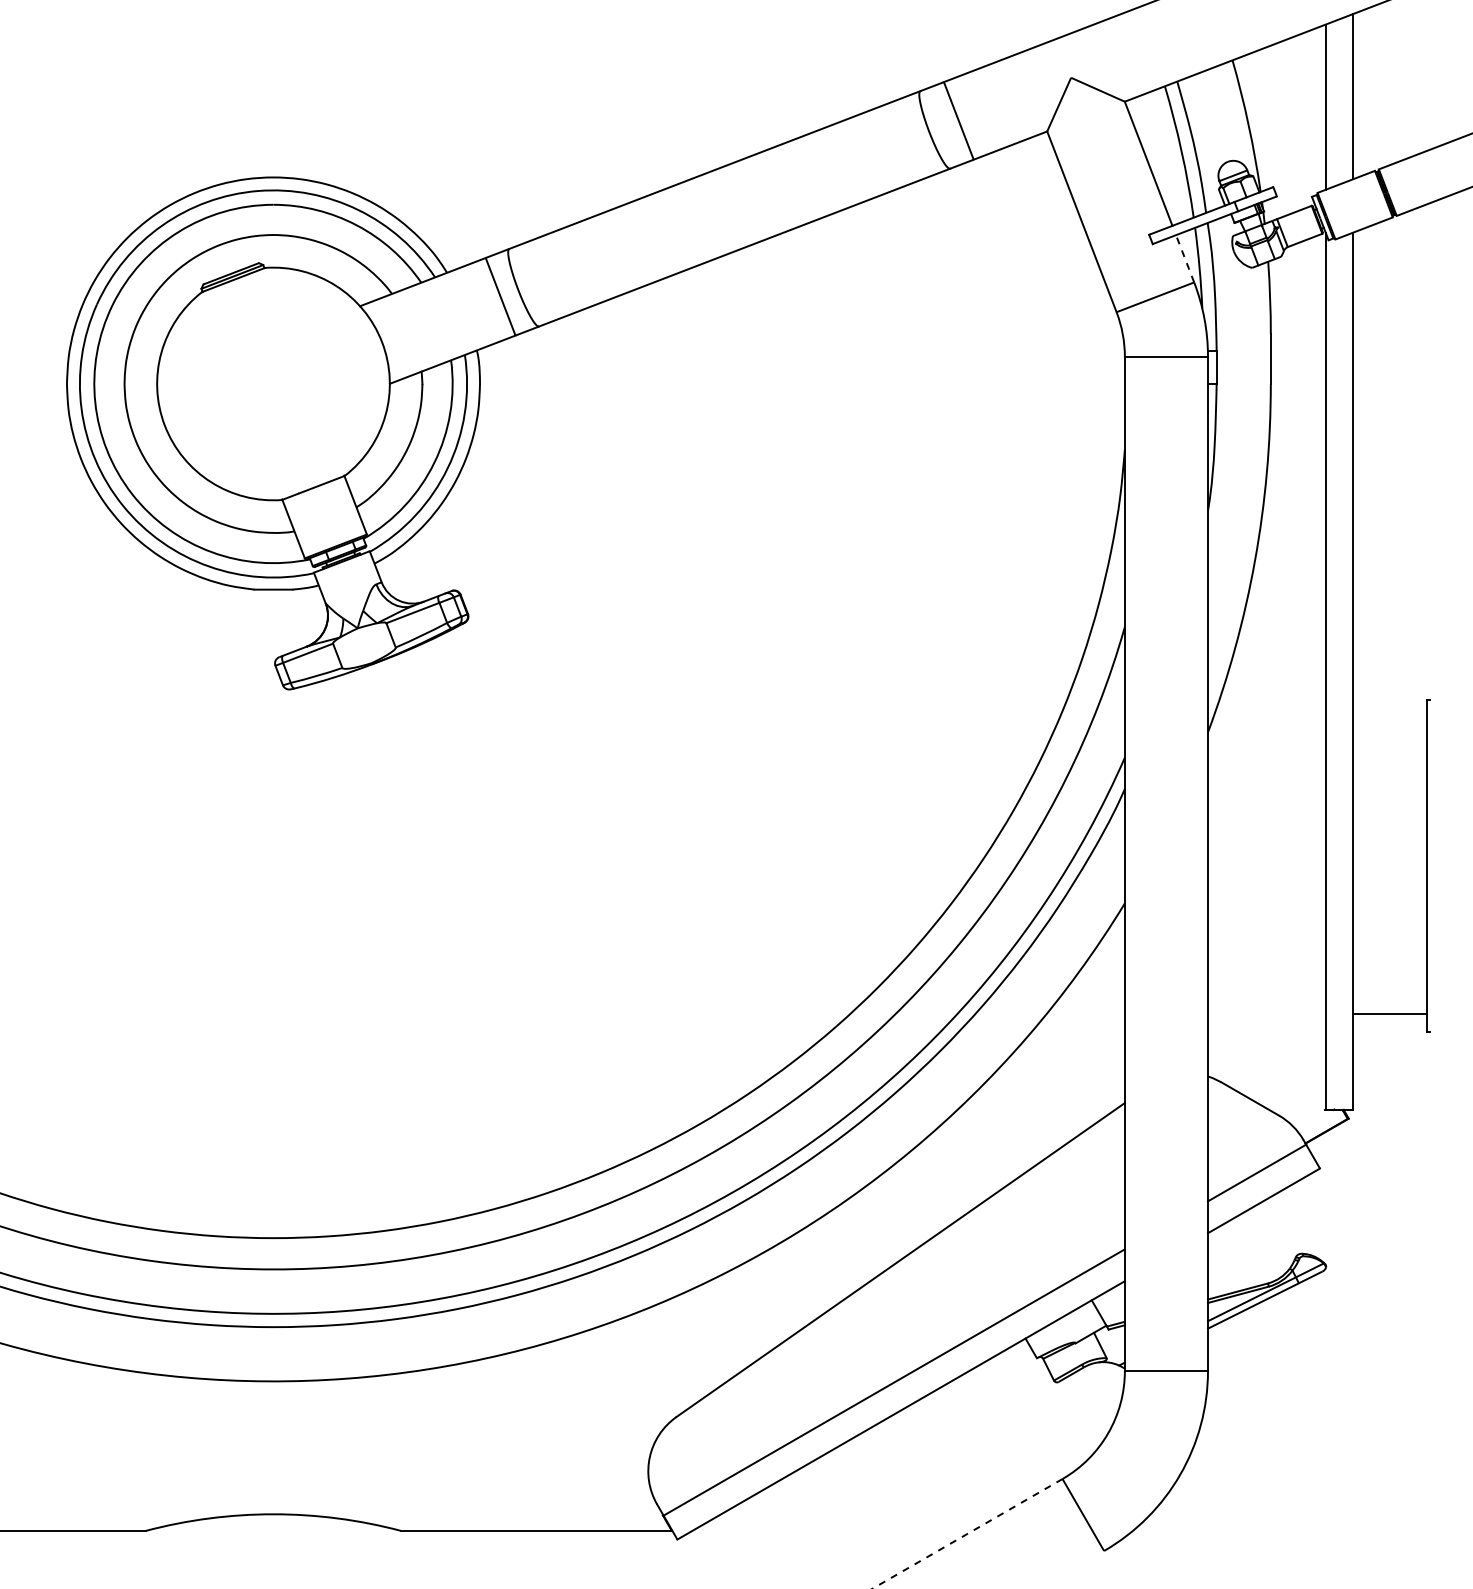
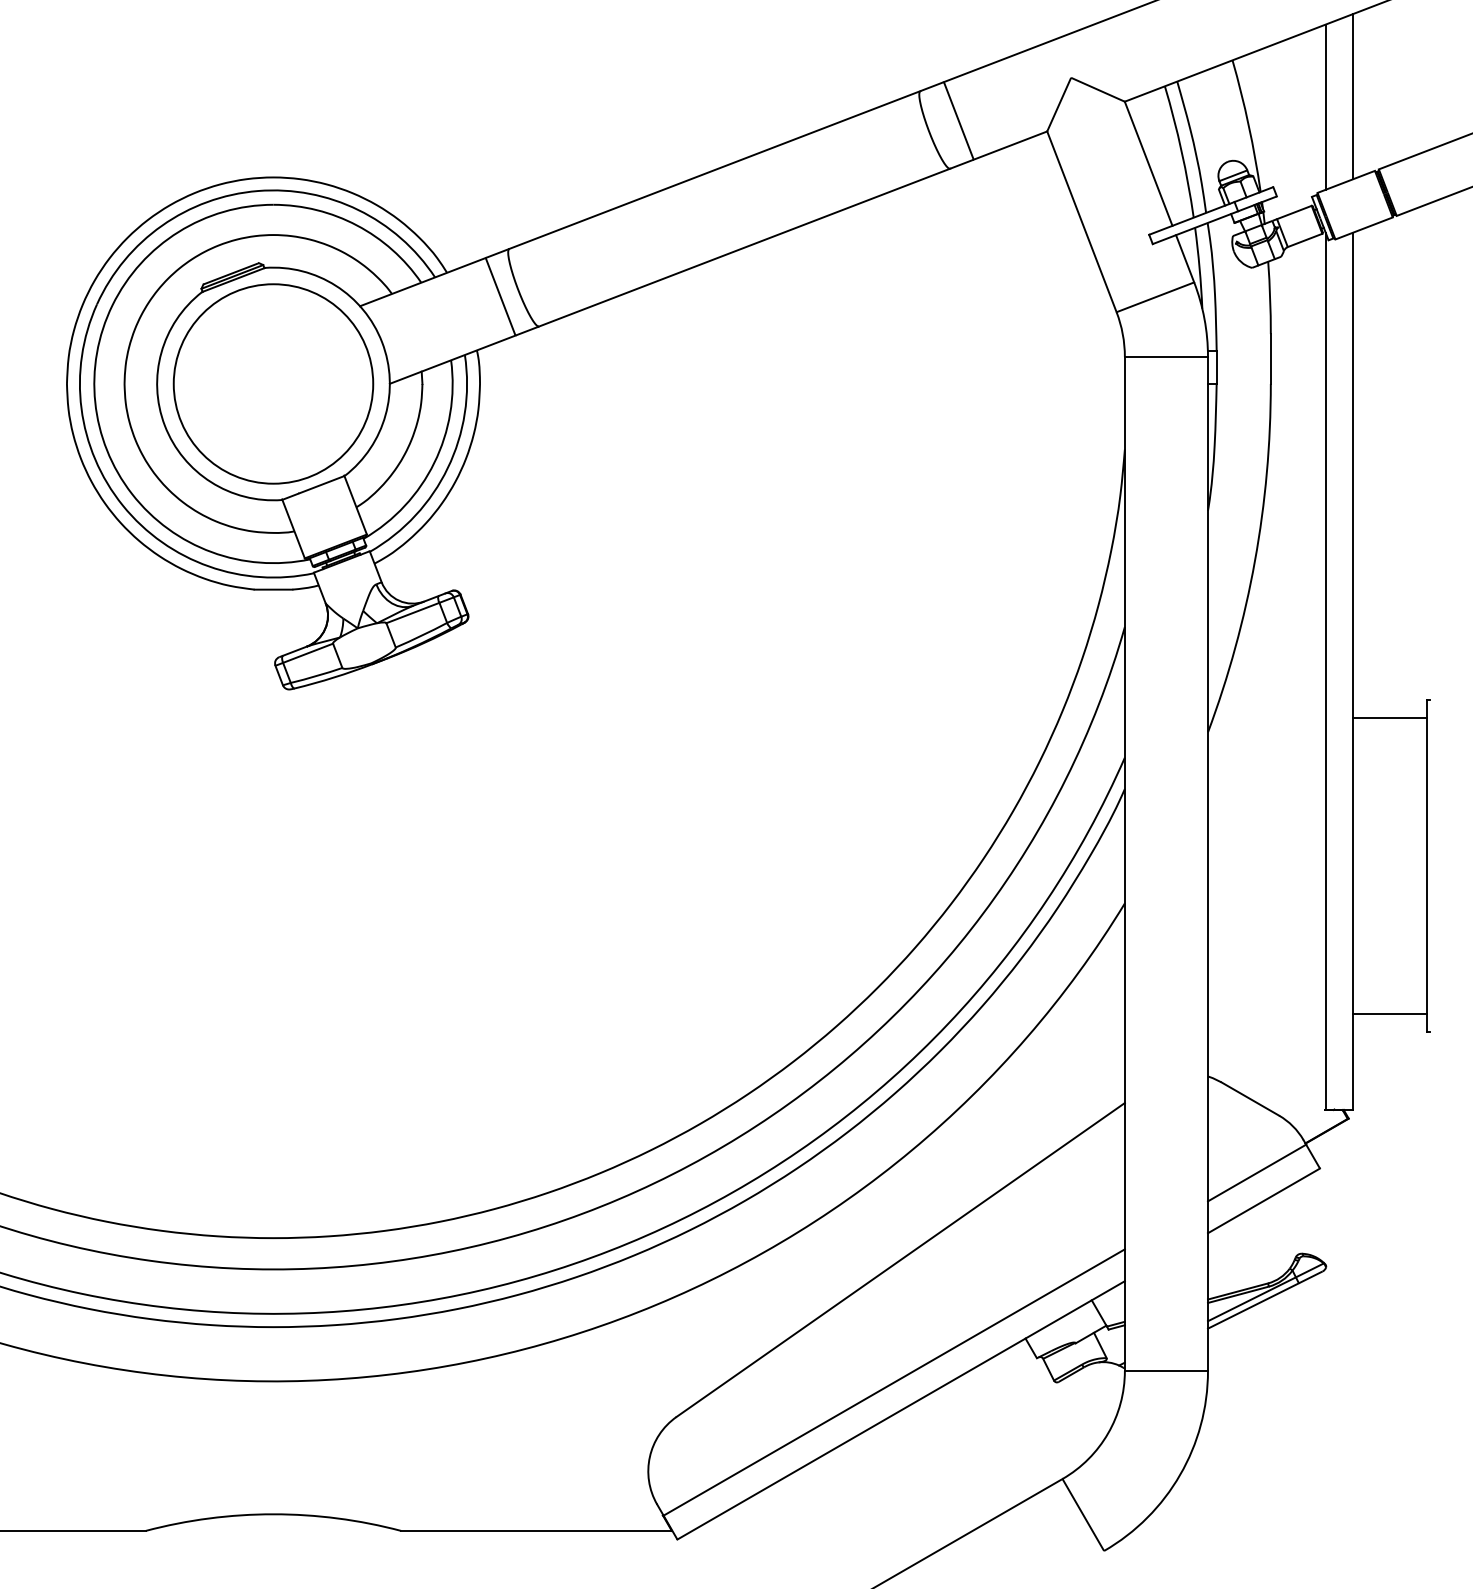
line at (1184, 258): dashed -> solid
circle at (273, 383): none -> present
line at (1390, 718): none -> present
line at (967, 1533): dashed -> solid
